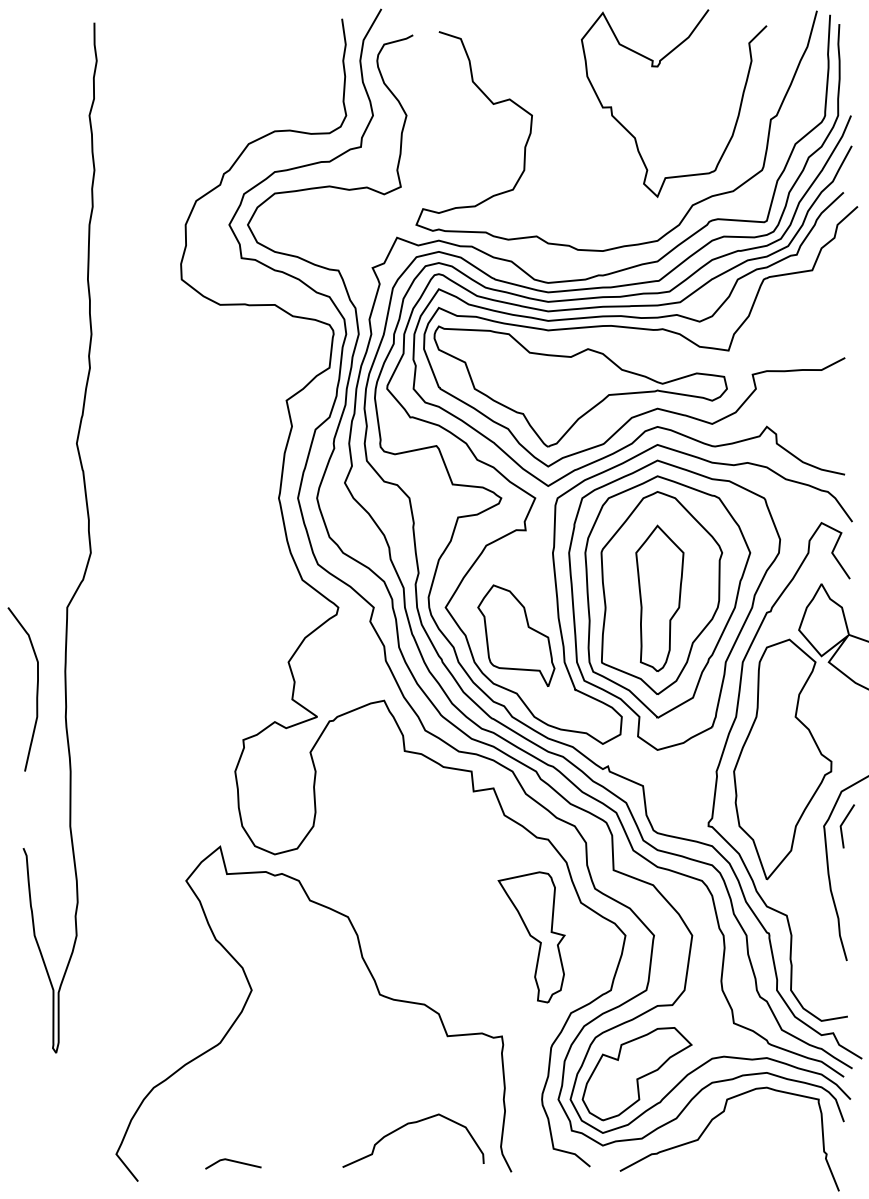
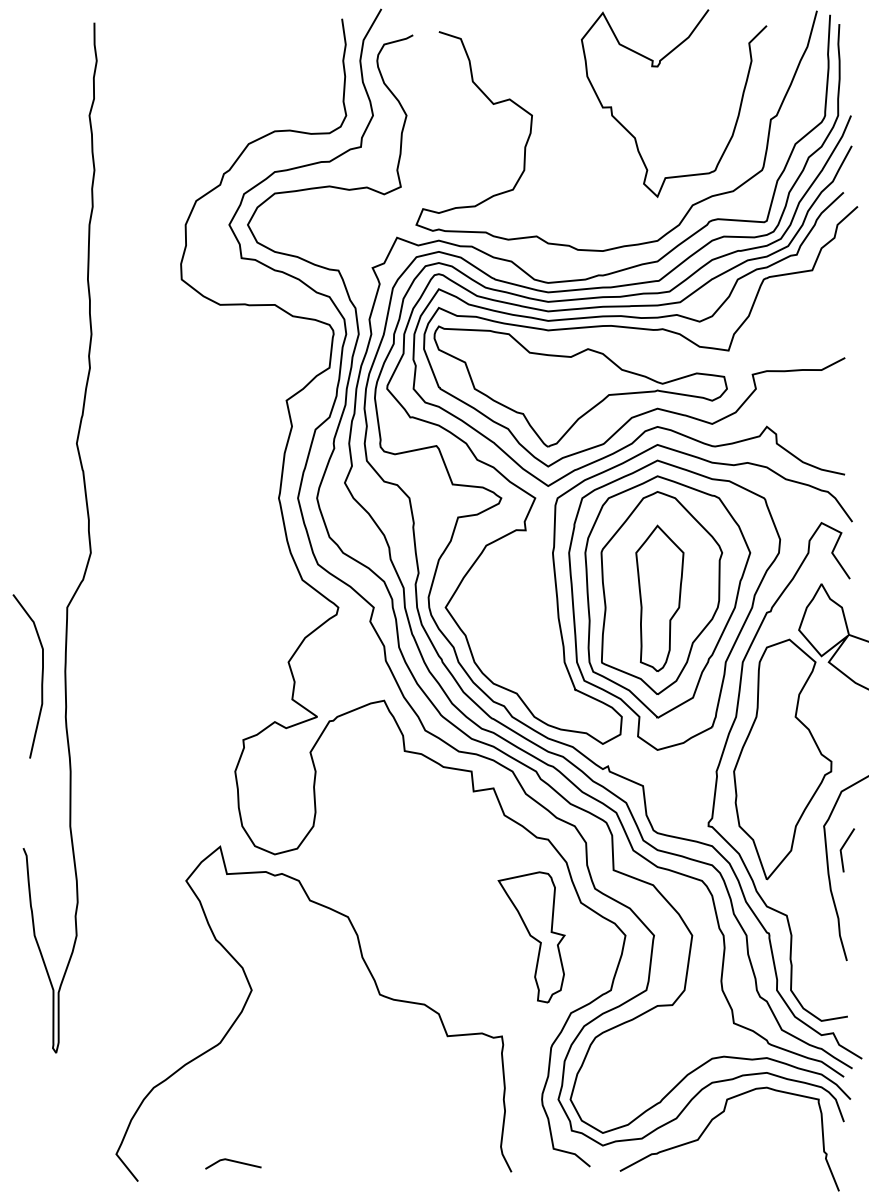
part at (516, 635): present -> none
curve at (36, 689) position: (36, 689) -> (41, 676)
line at (844, 822) position: (844, 822) -> (844, 846)
part at (636, 1074): present -> none
curve at (405, 1126): present -> none
